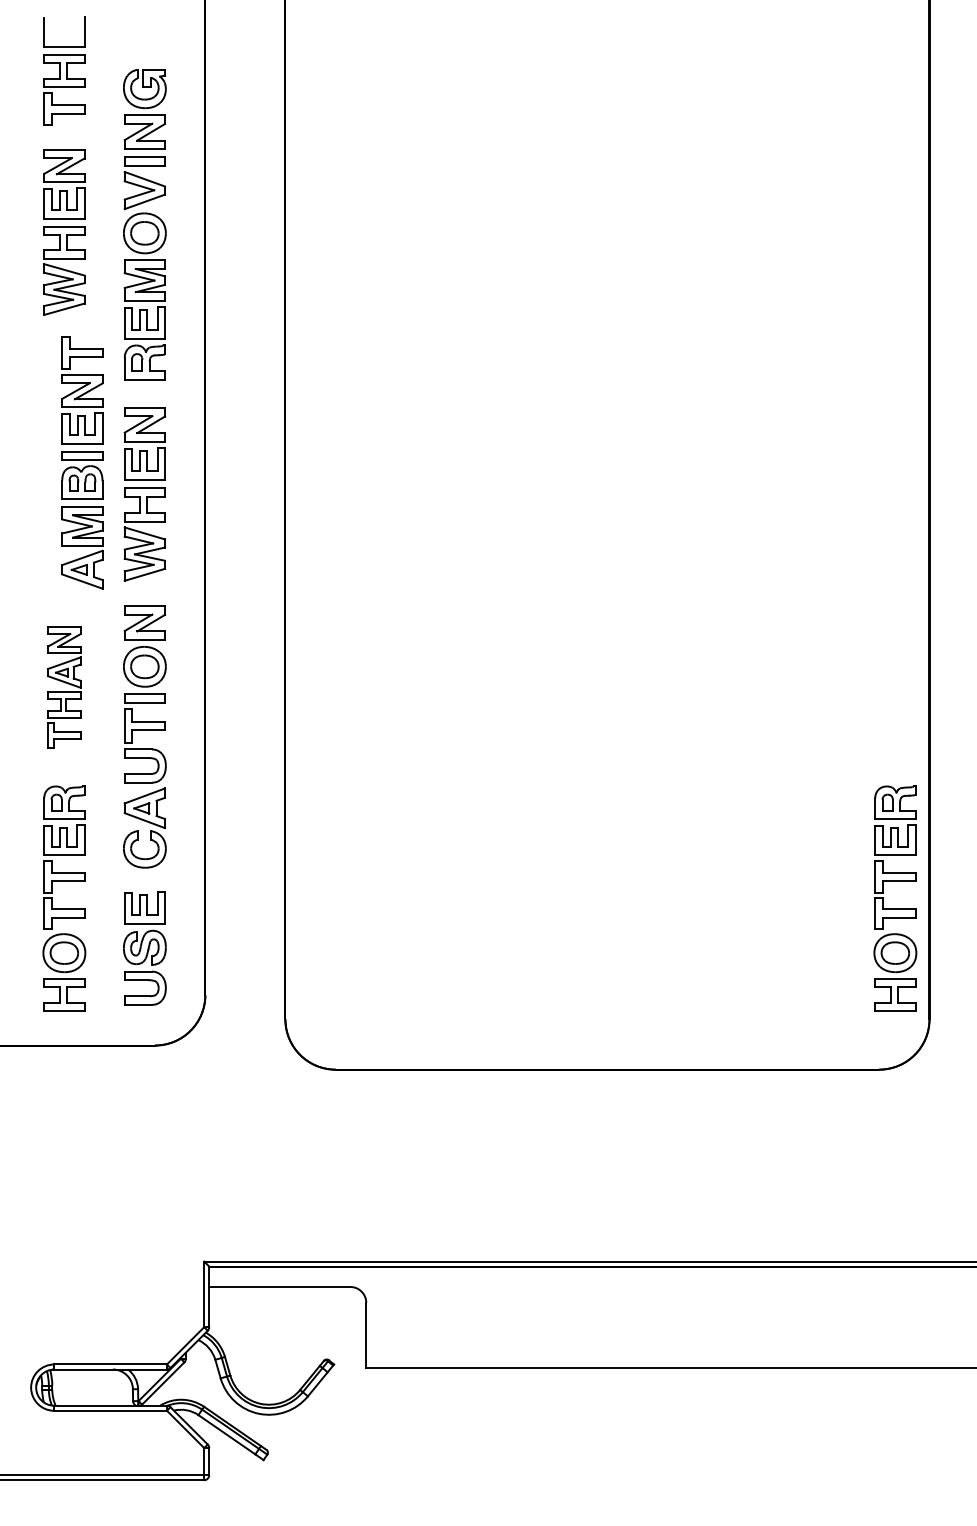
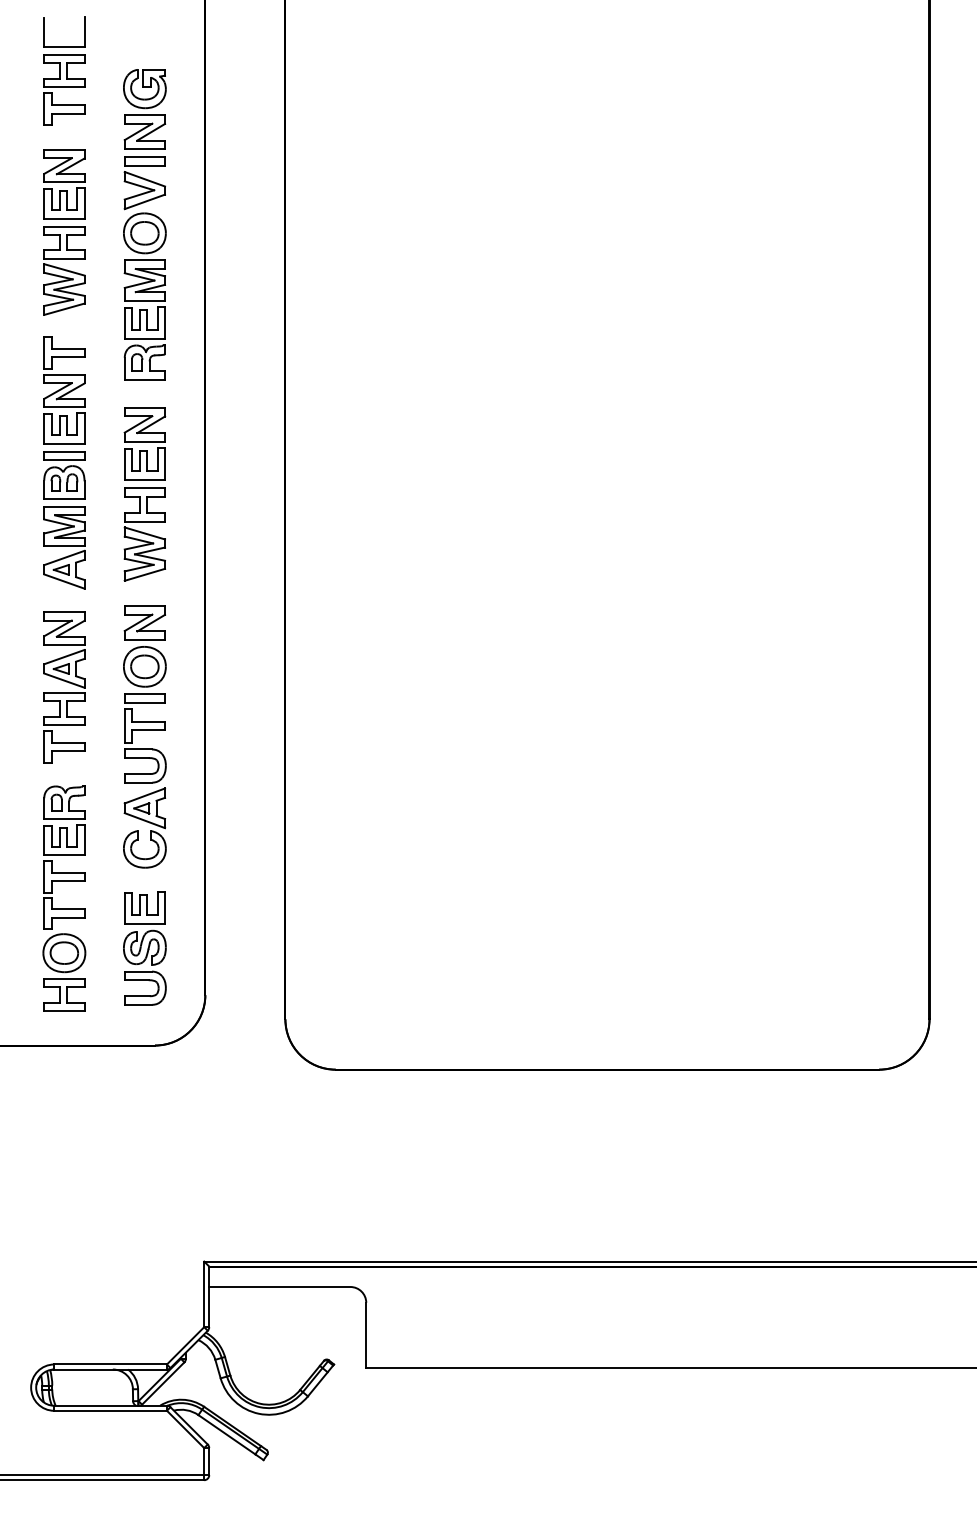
part at (82, 462) position: (82, 462) -> (64, 462)
part at (64, 687) size: 35x123 px -> 43x153 px
part at (895, 908): present -> none
